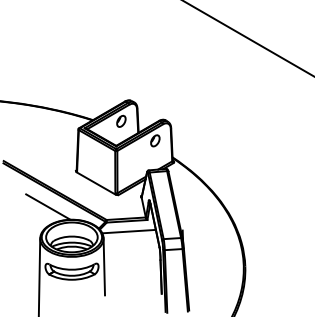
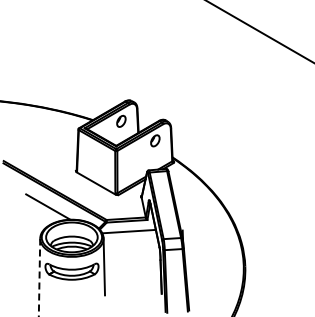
line at (248, 38) position: (248, 38) -> (260, 31)
line at (39, 277): solid -> dashed
